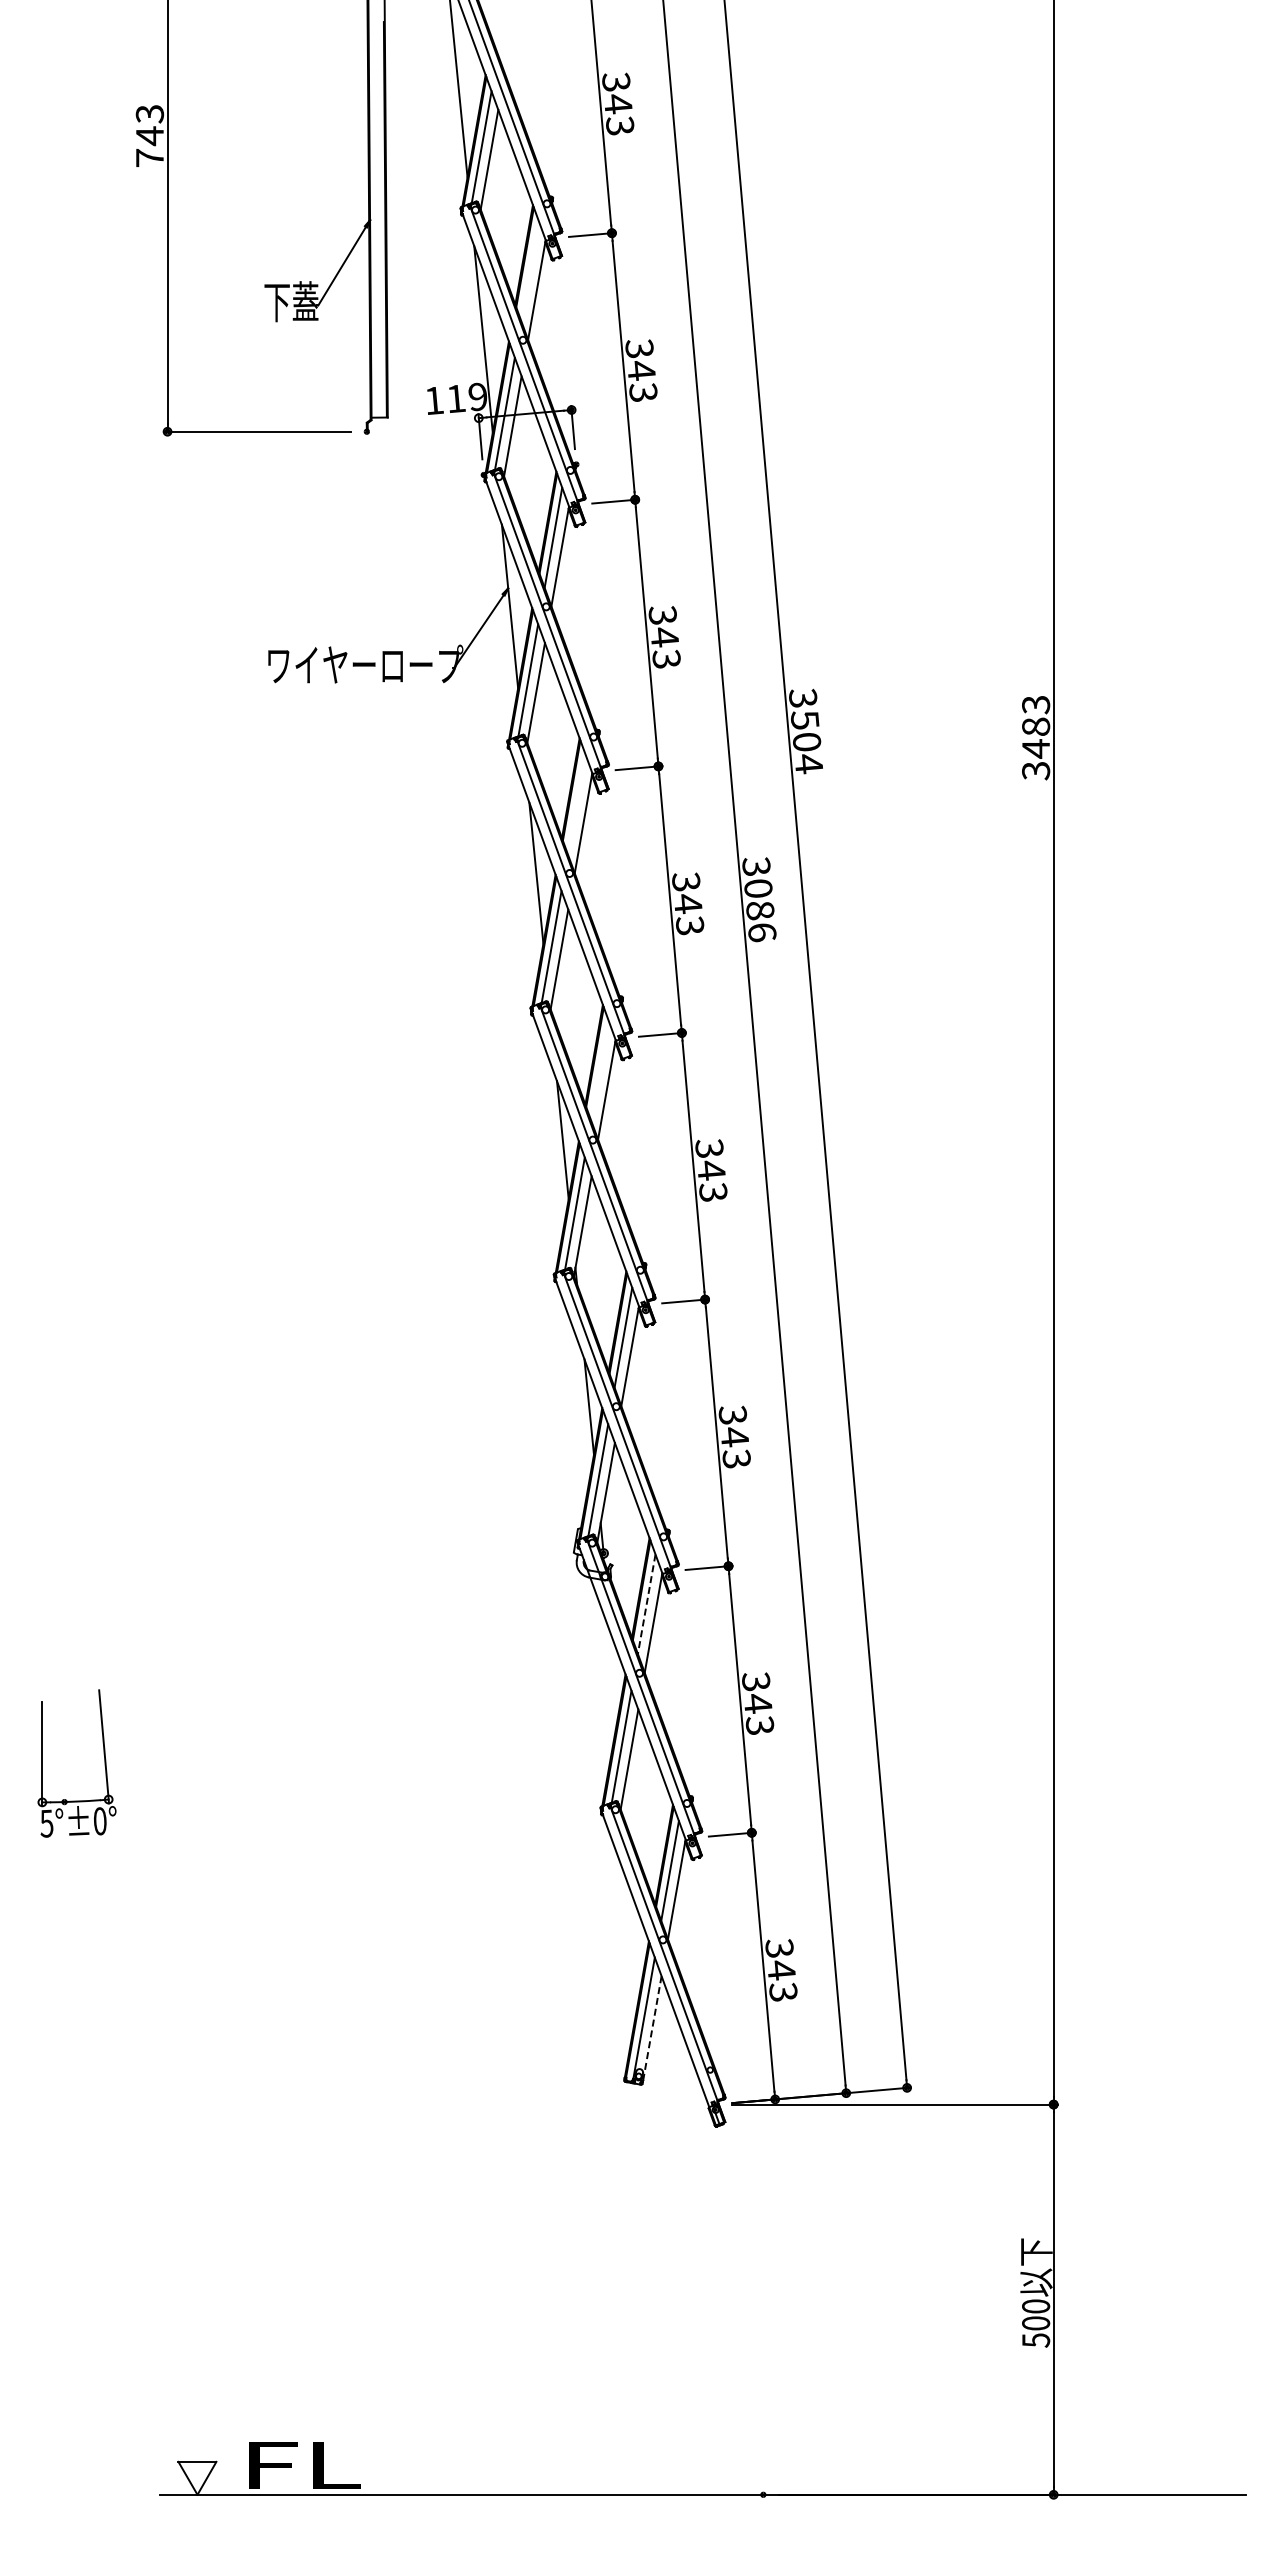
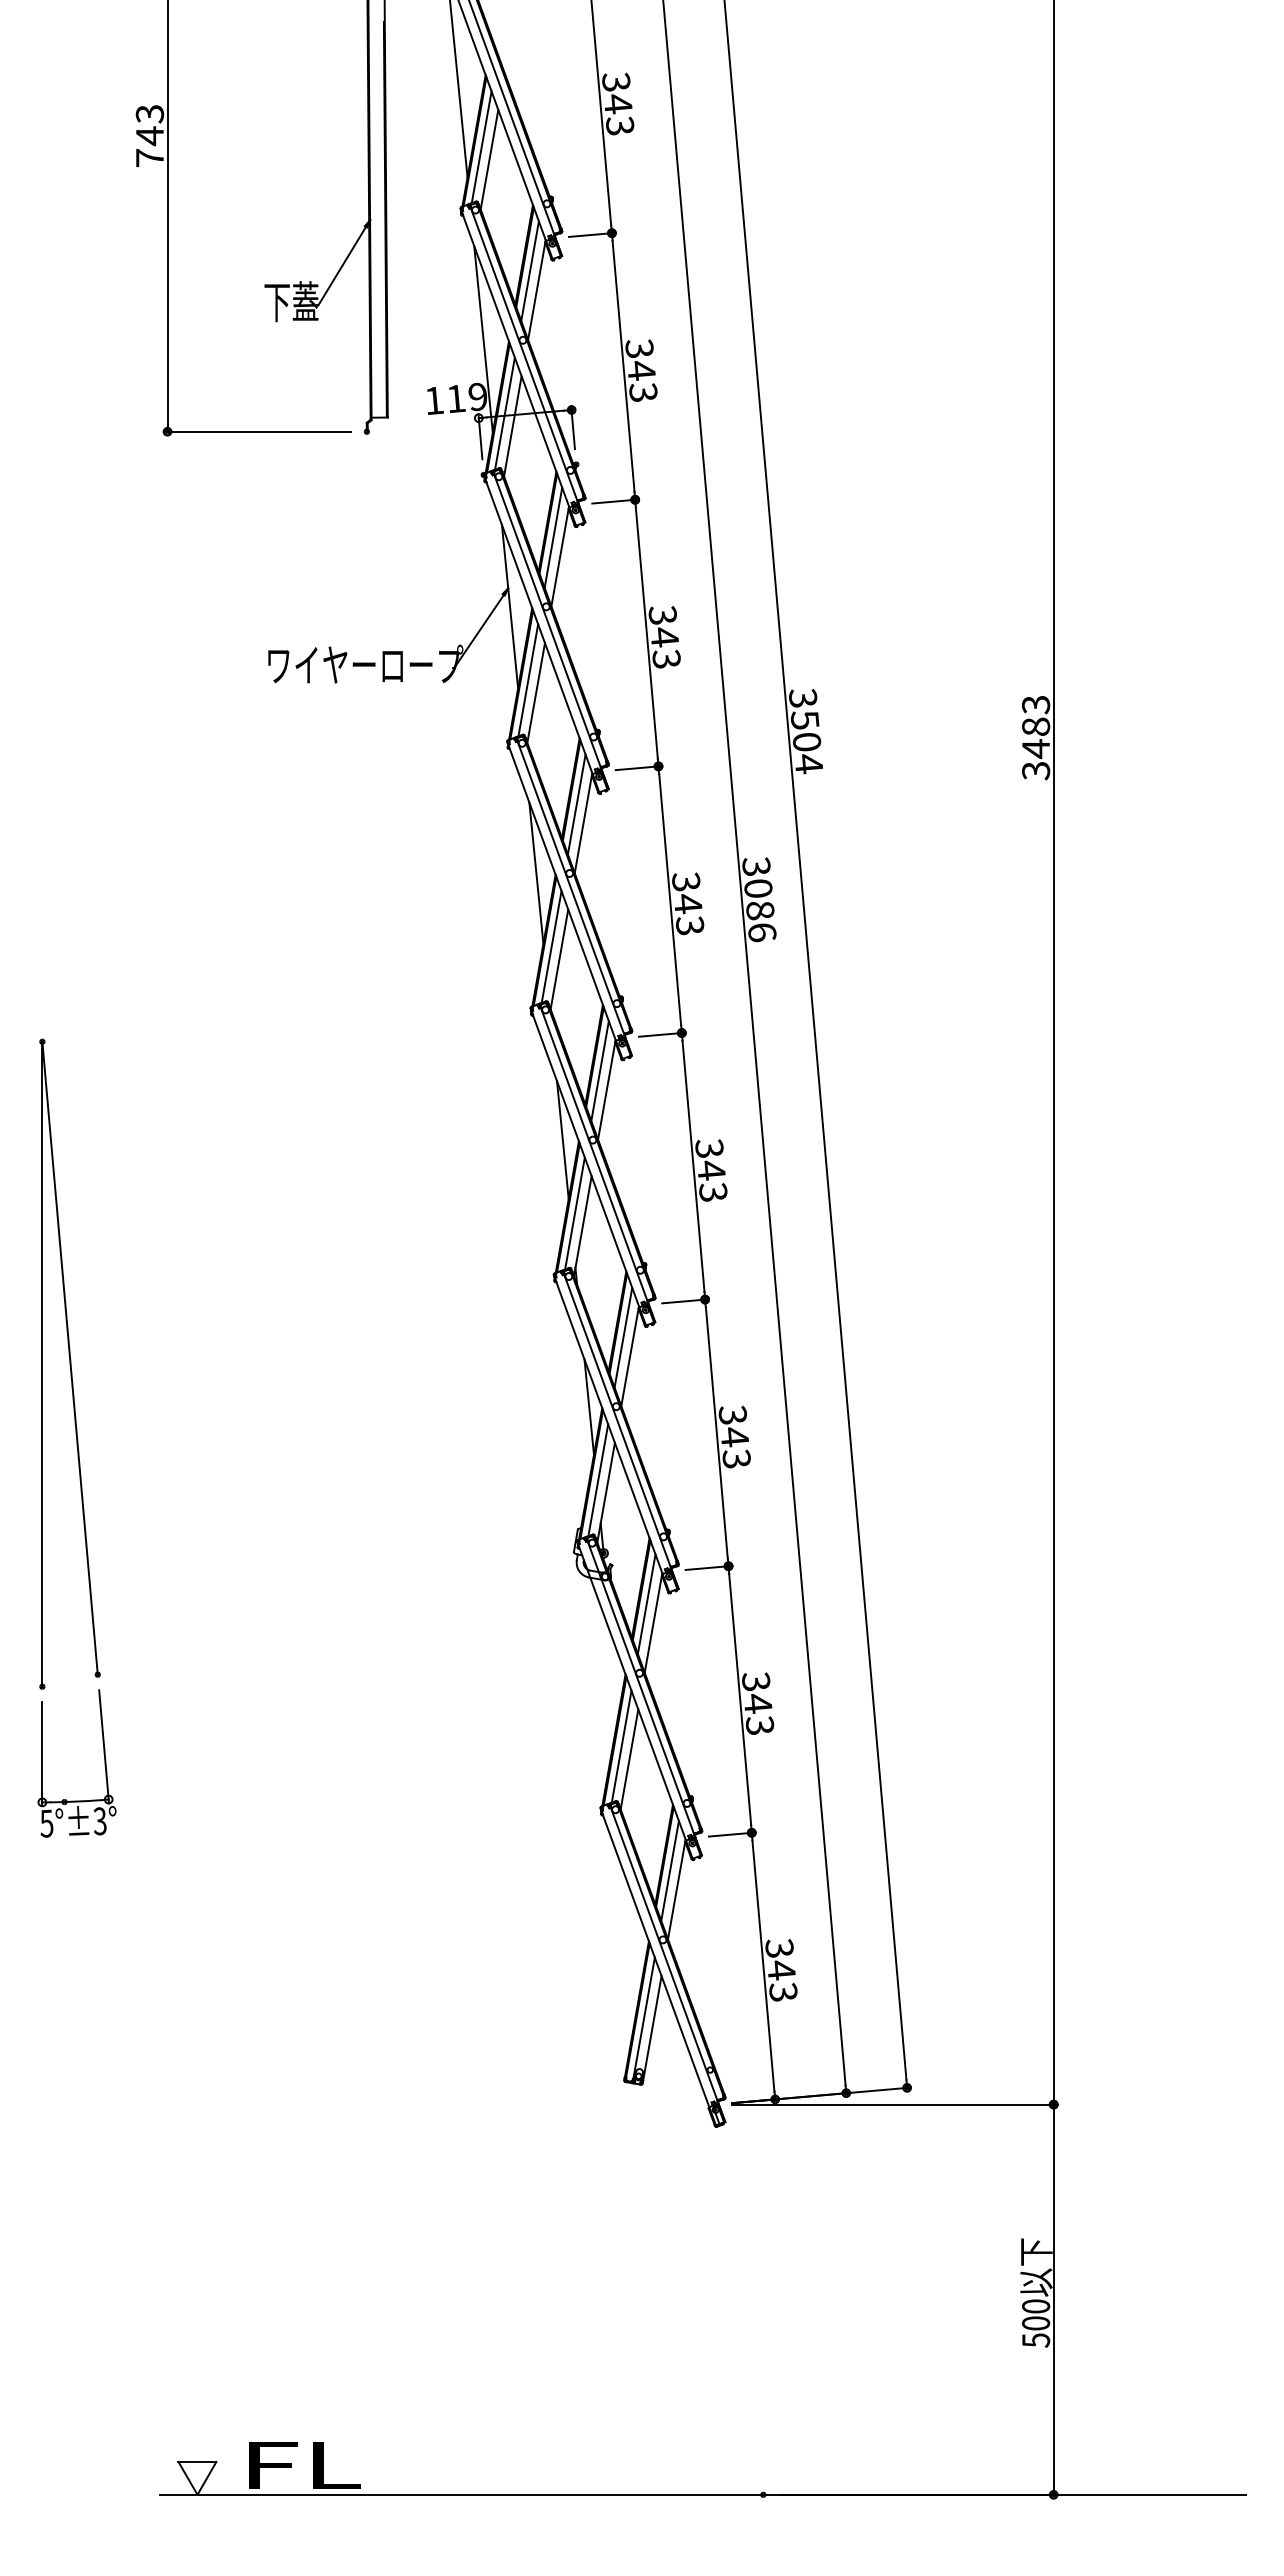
line at (529, 271): none -> present
line at (576, 804): none -> present
line at (599, 1071): none -> present
part at (69, 1363): none -> present
line at (646, 1604): dashed -> solid
text at (99, 1821): 5°±0° -> 5°±3°
line at (652, 2027): dashed -> solid
